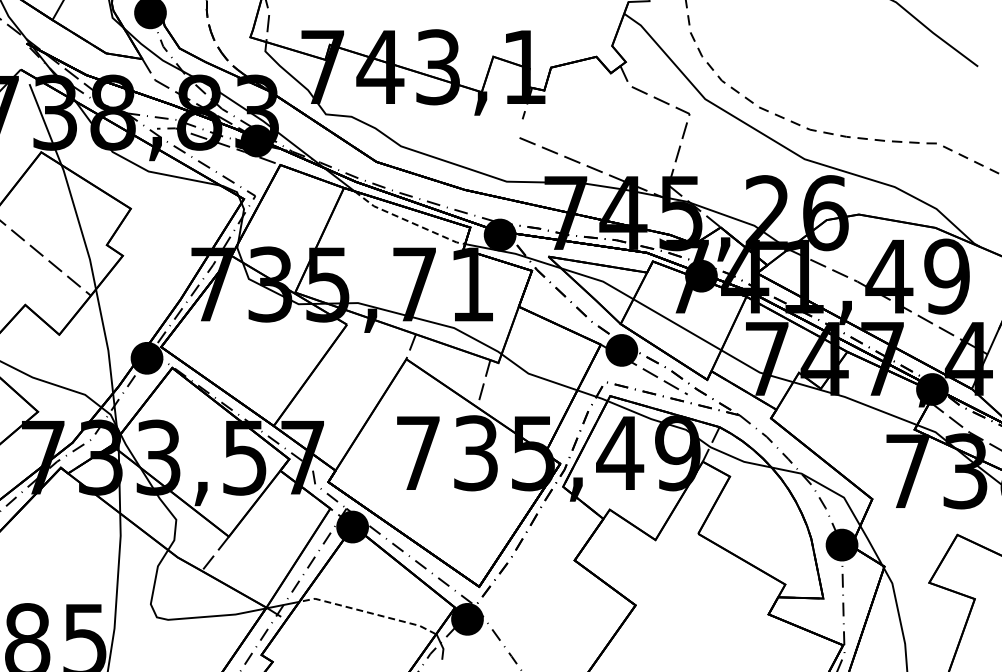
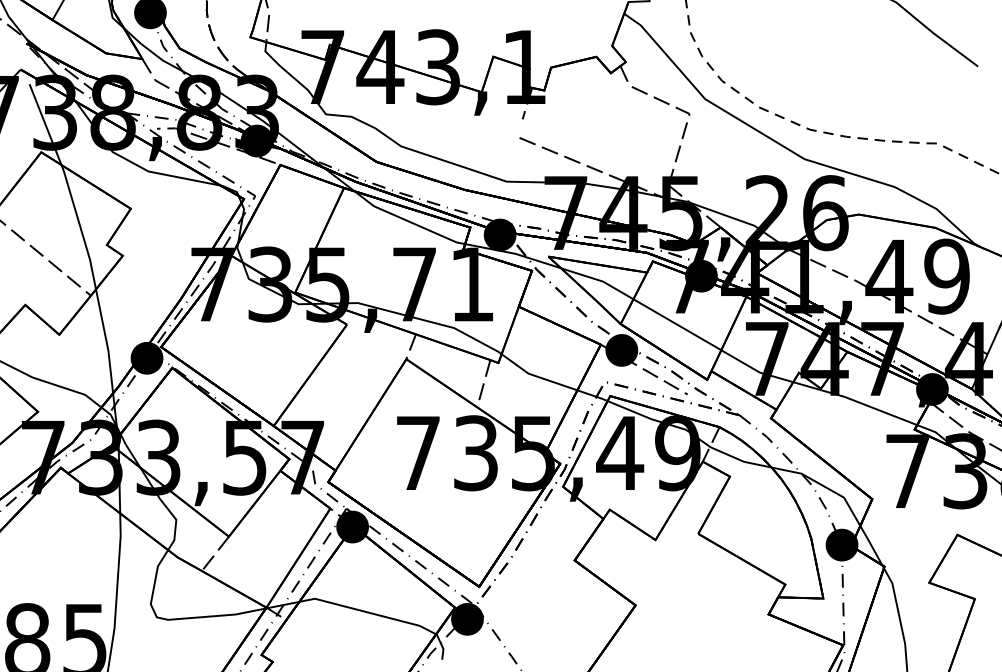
line at (408, 221): dashed -> solid
line at (368, 612): dashed -> solid
